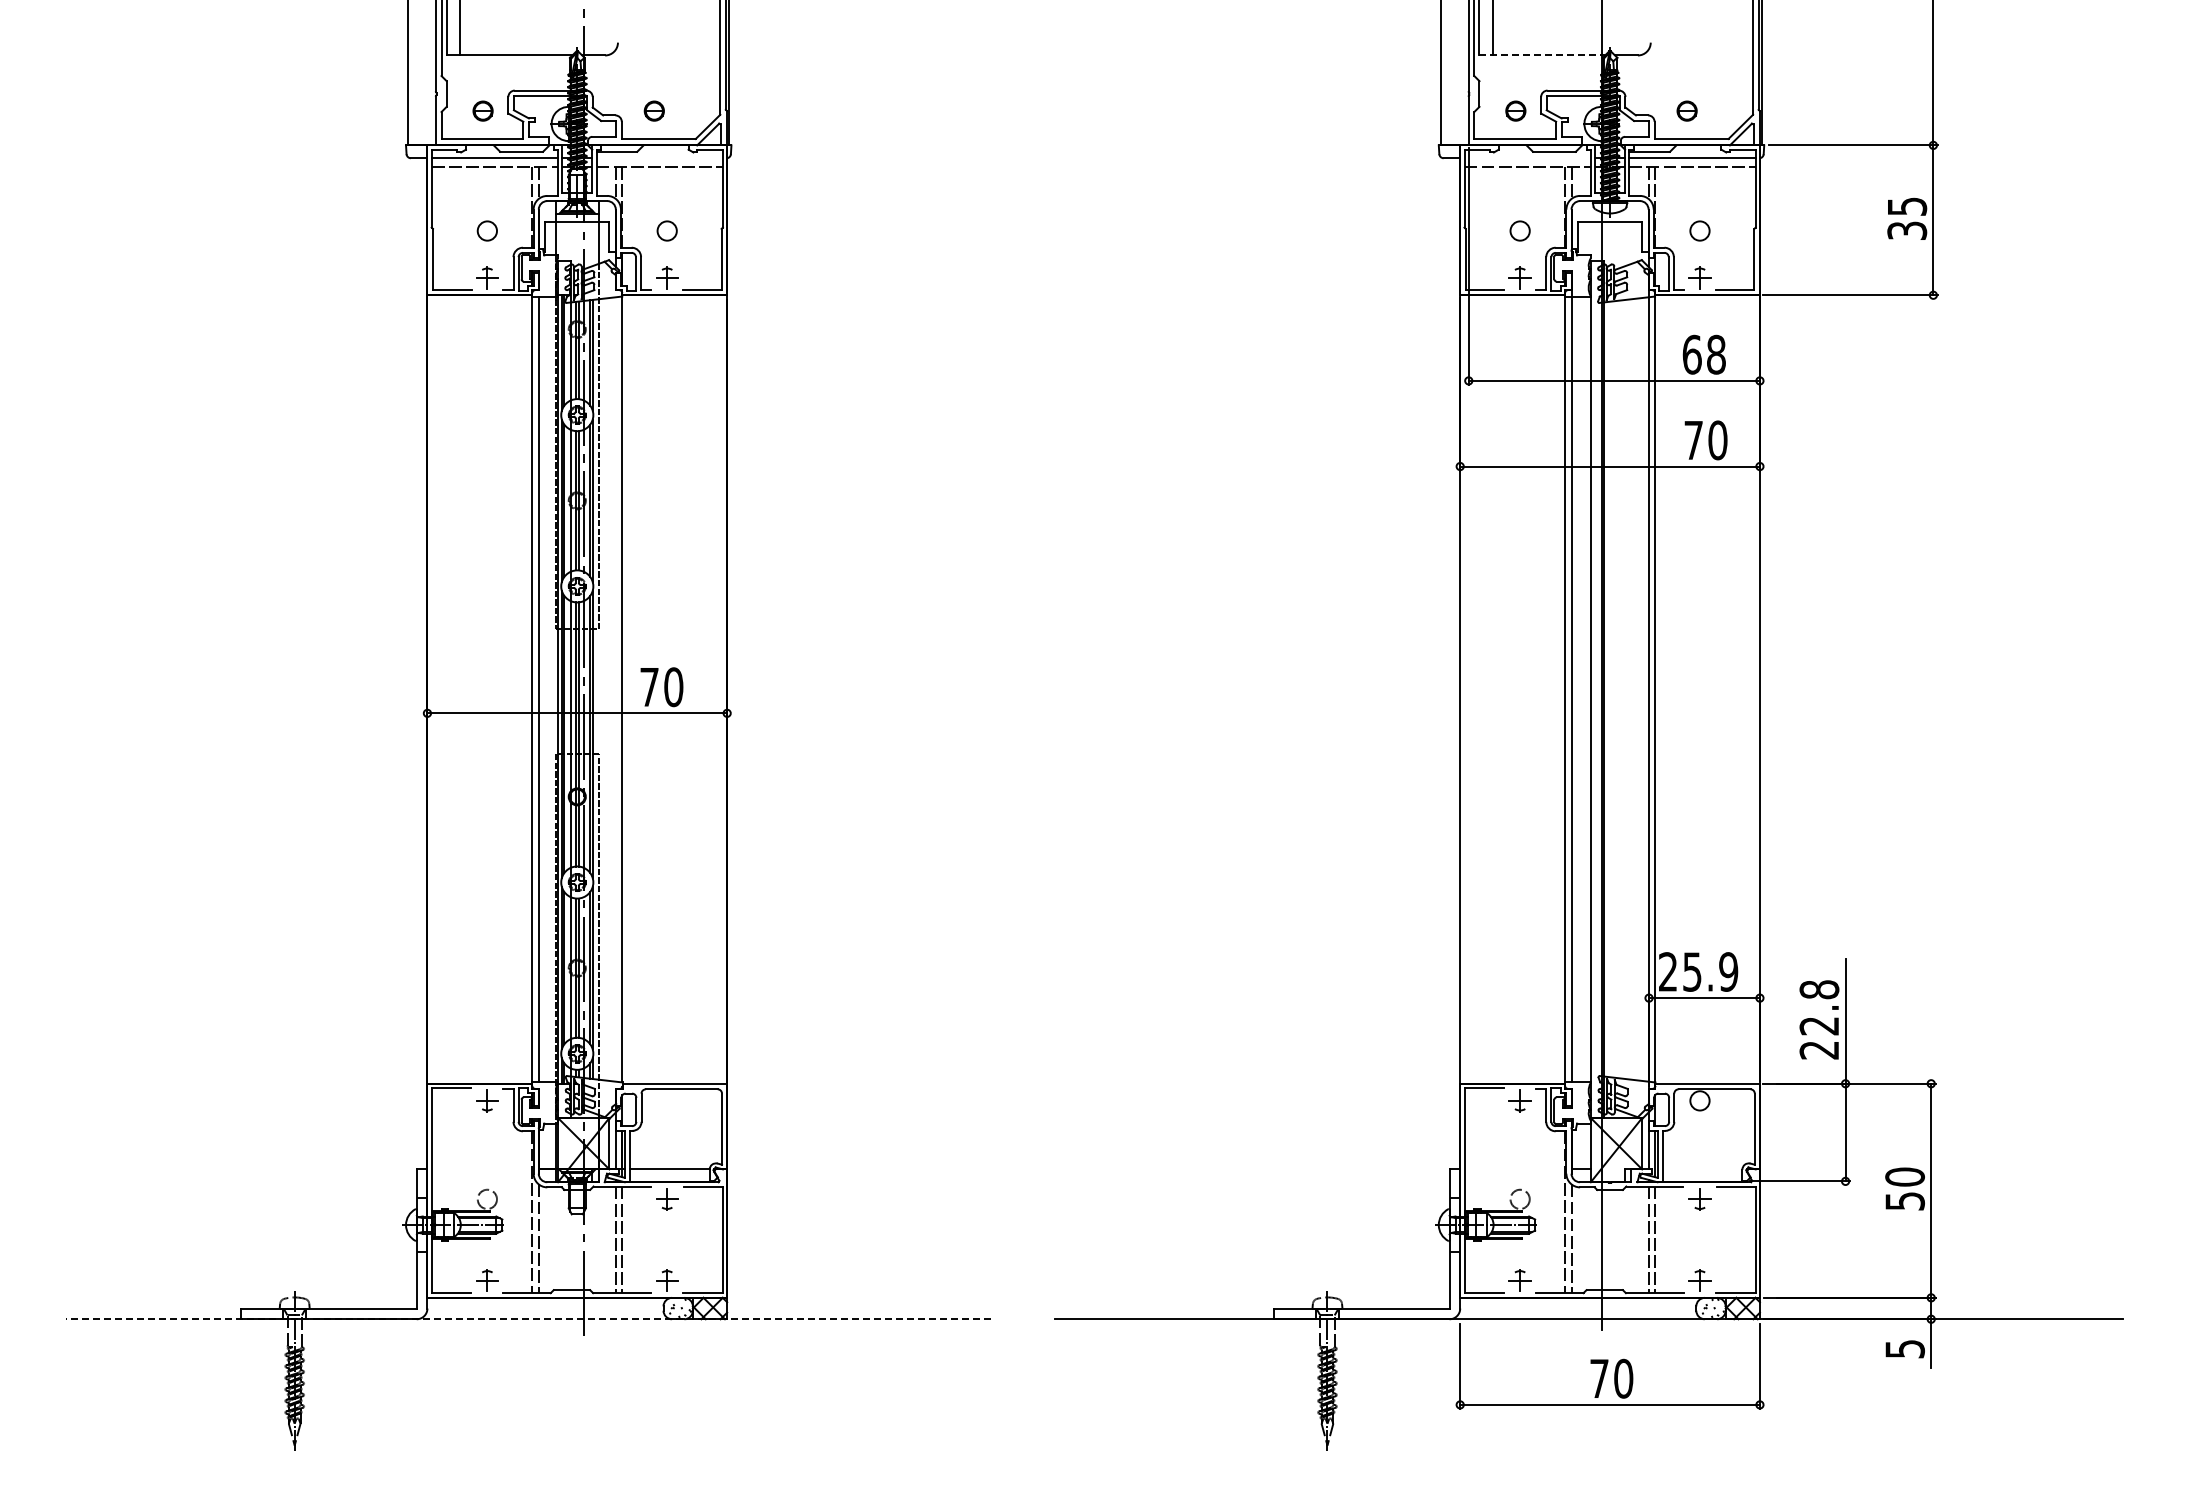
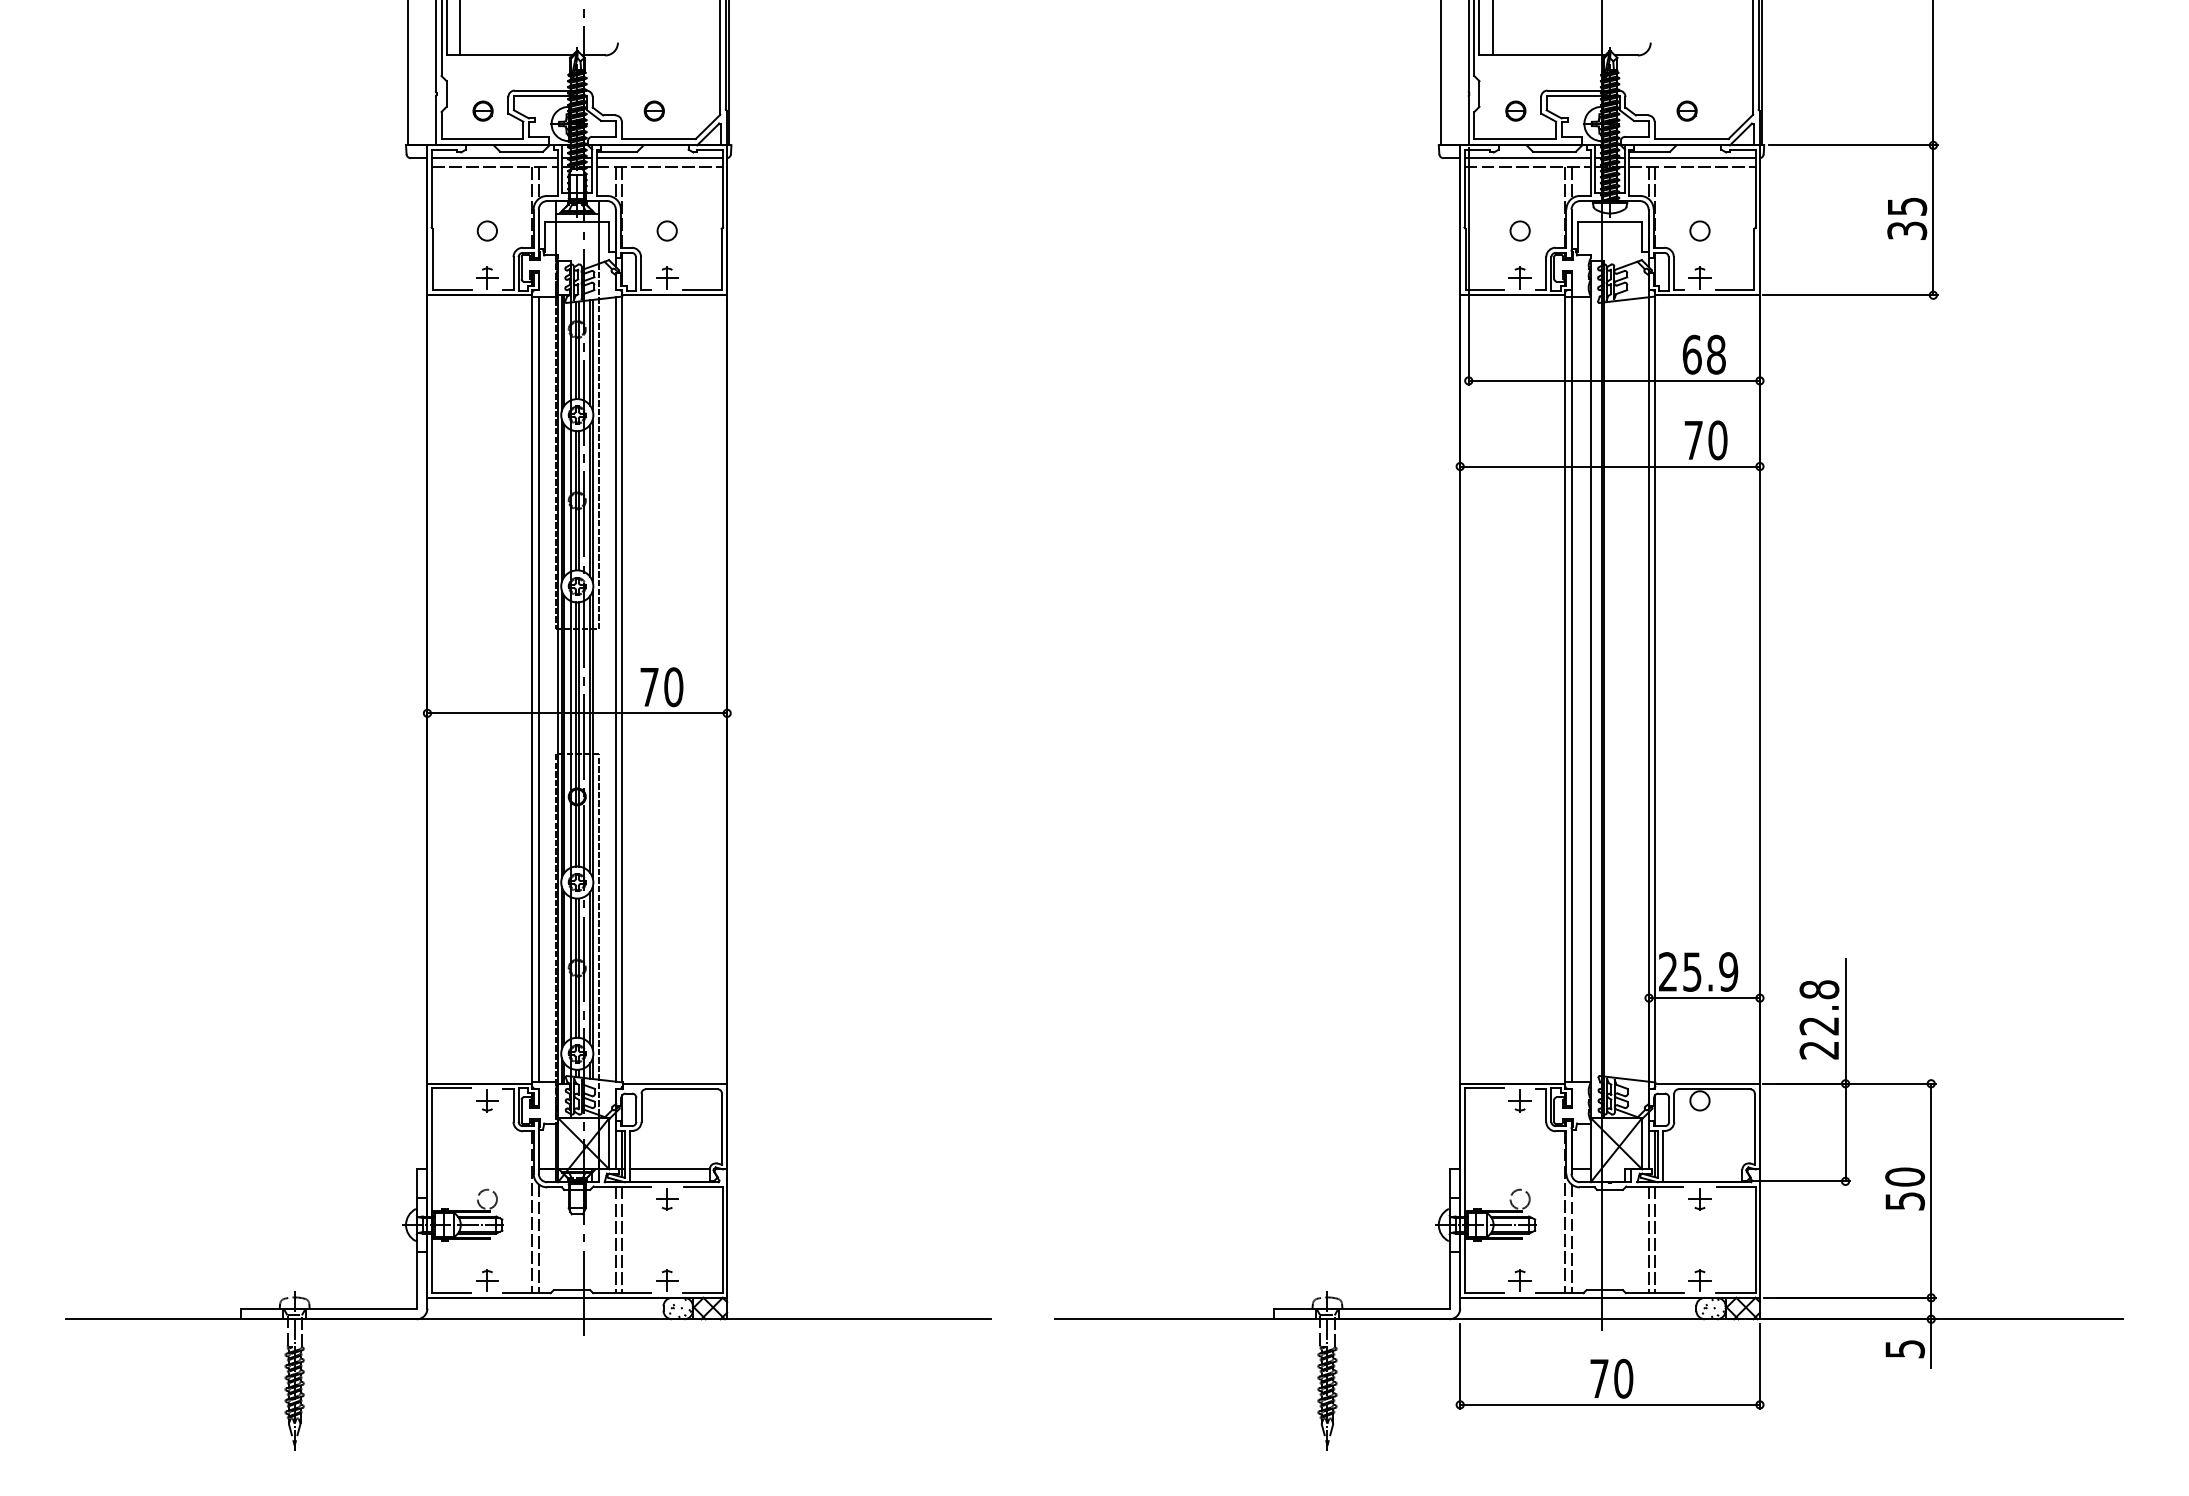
line at (1542, 55): dashed -> solid
line at (659, 158): none -> present
line at (1527, 158): none -> present
line at (615, 689): none -> present
line at (528, 1319): dashed -> solid
